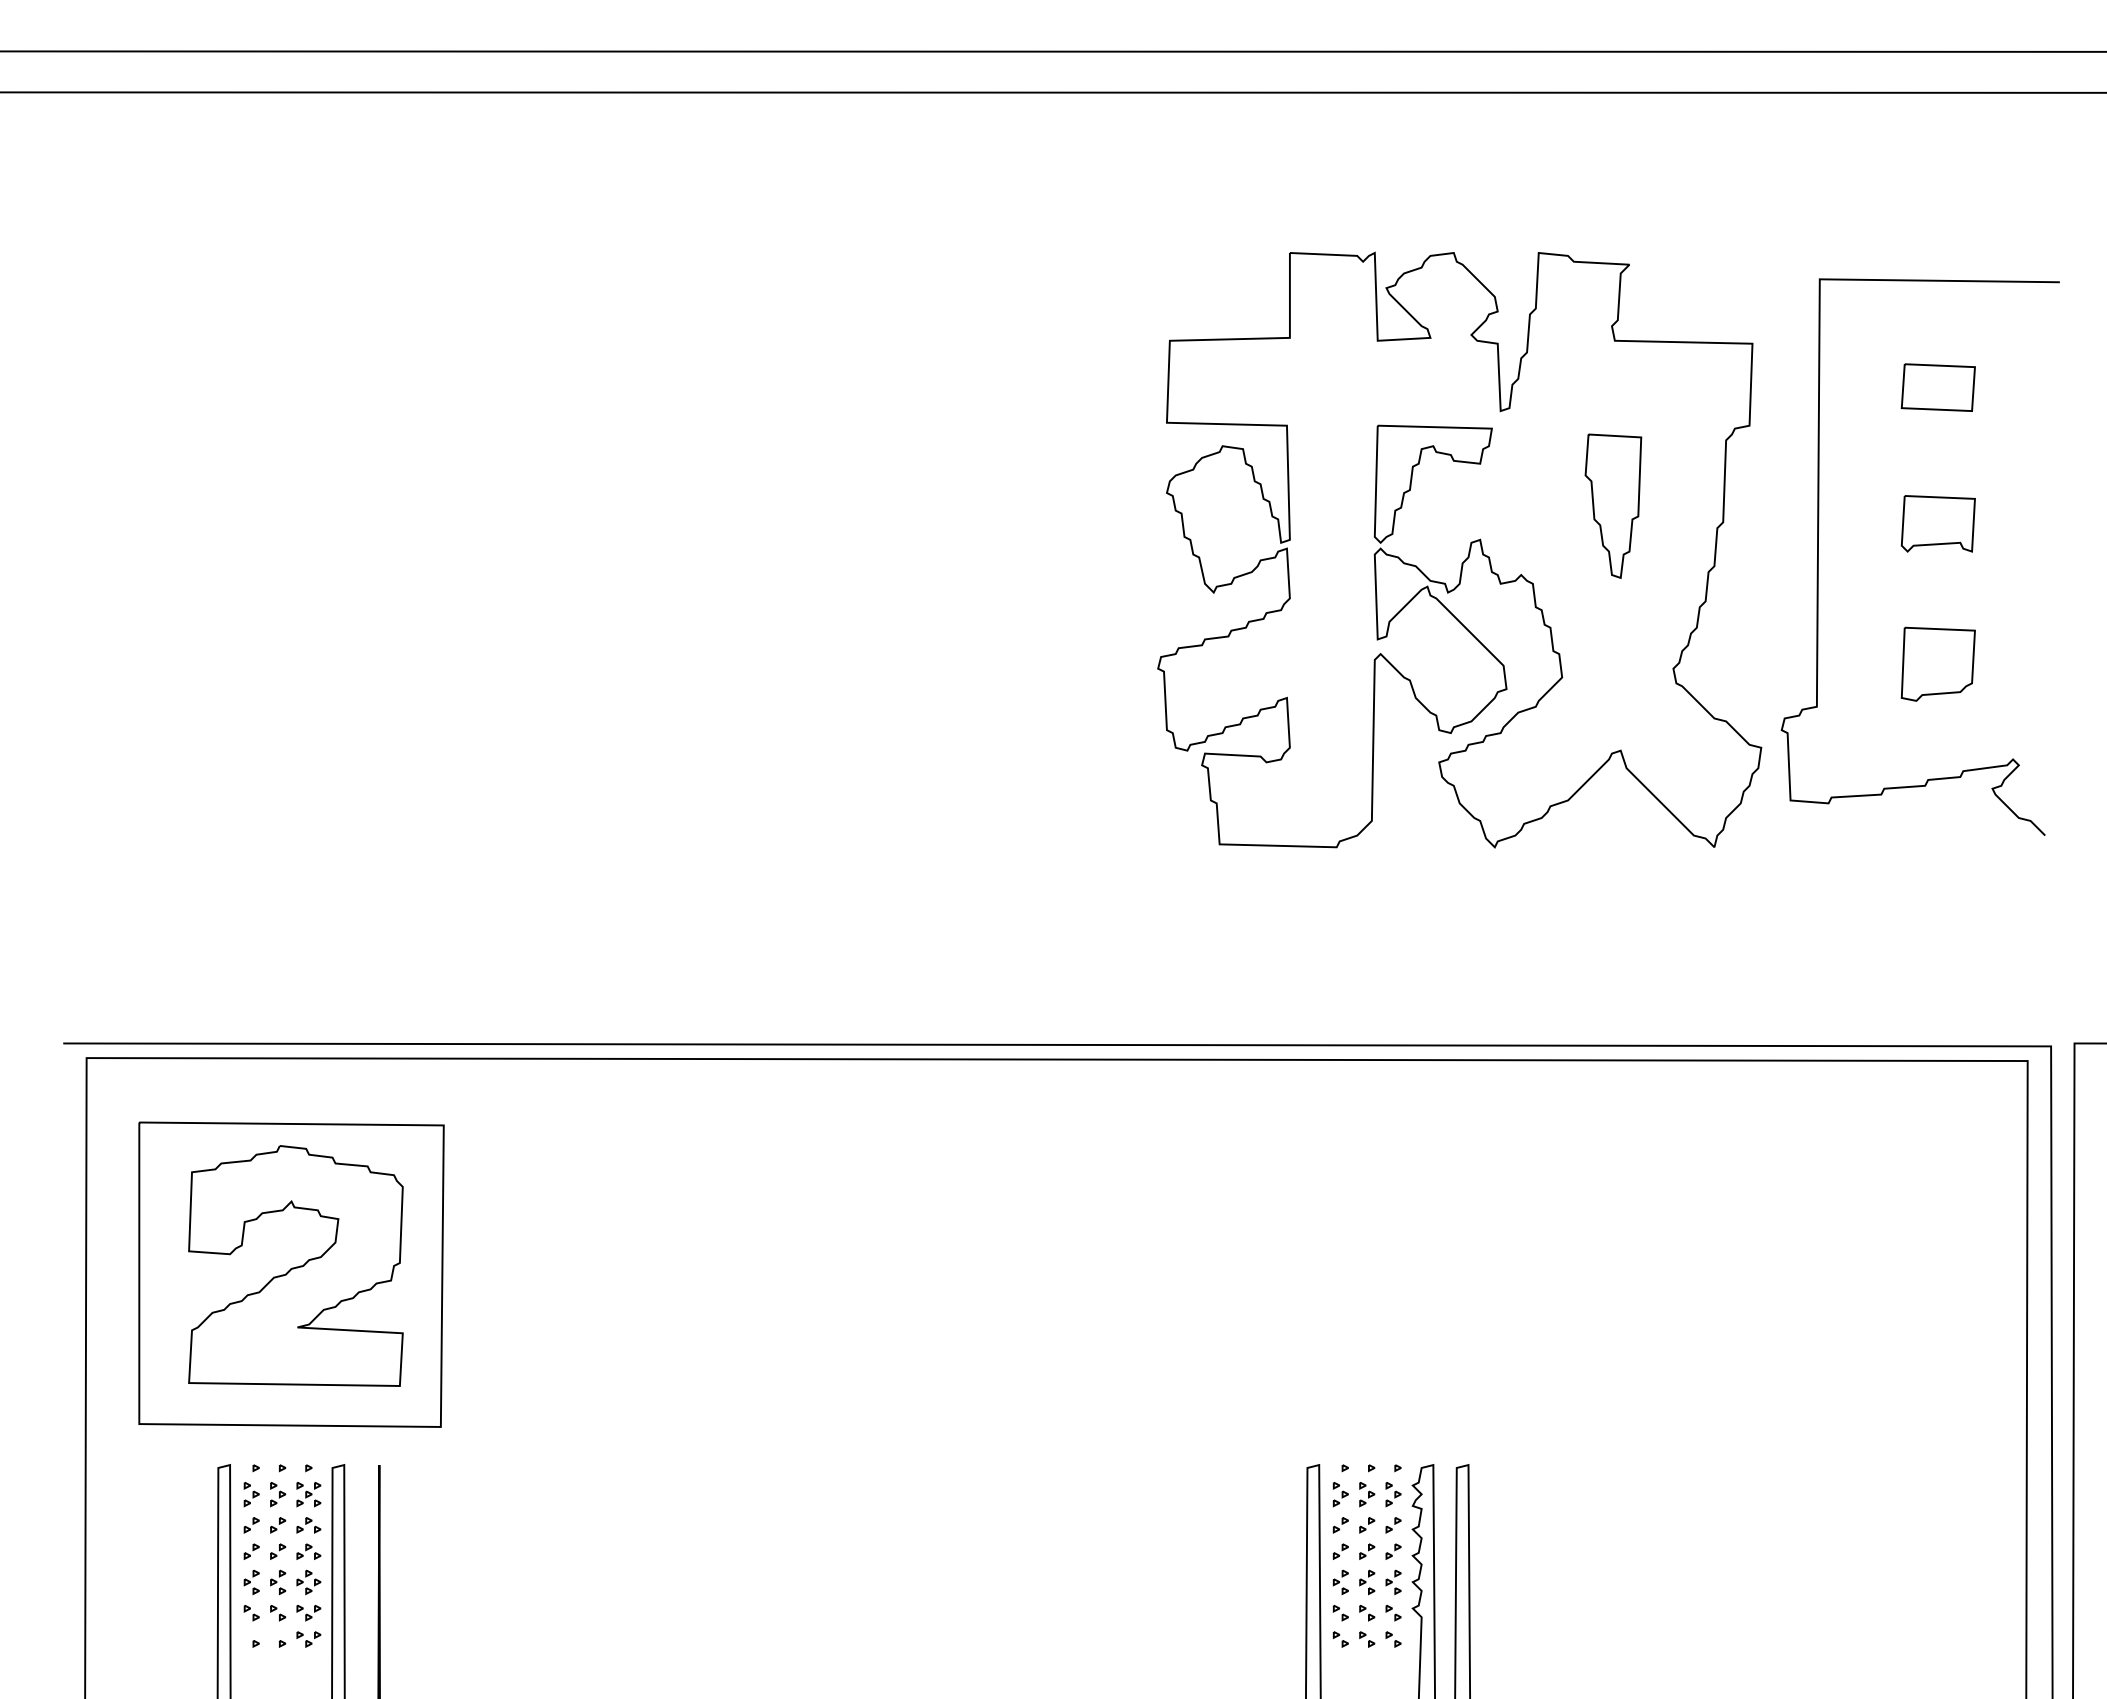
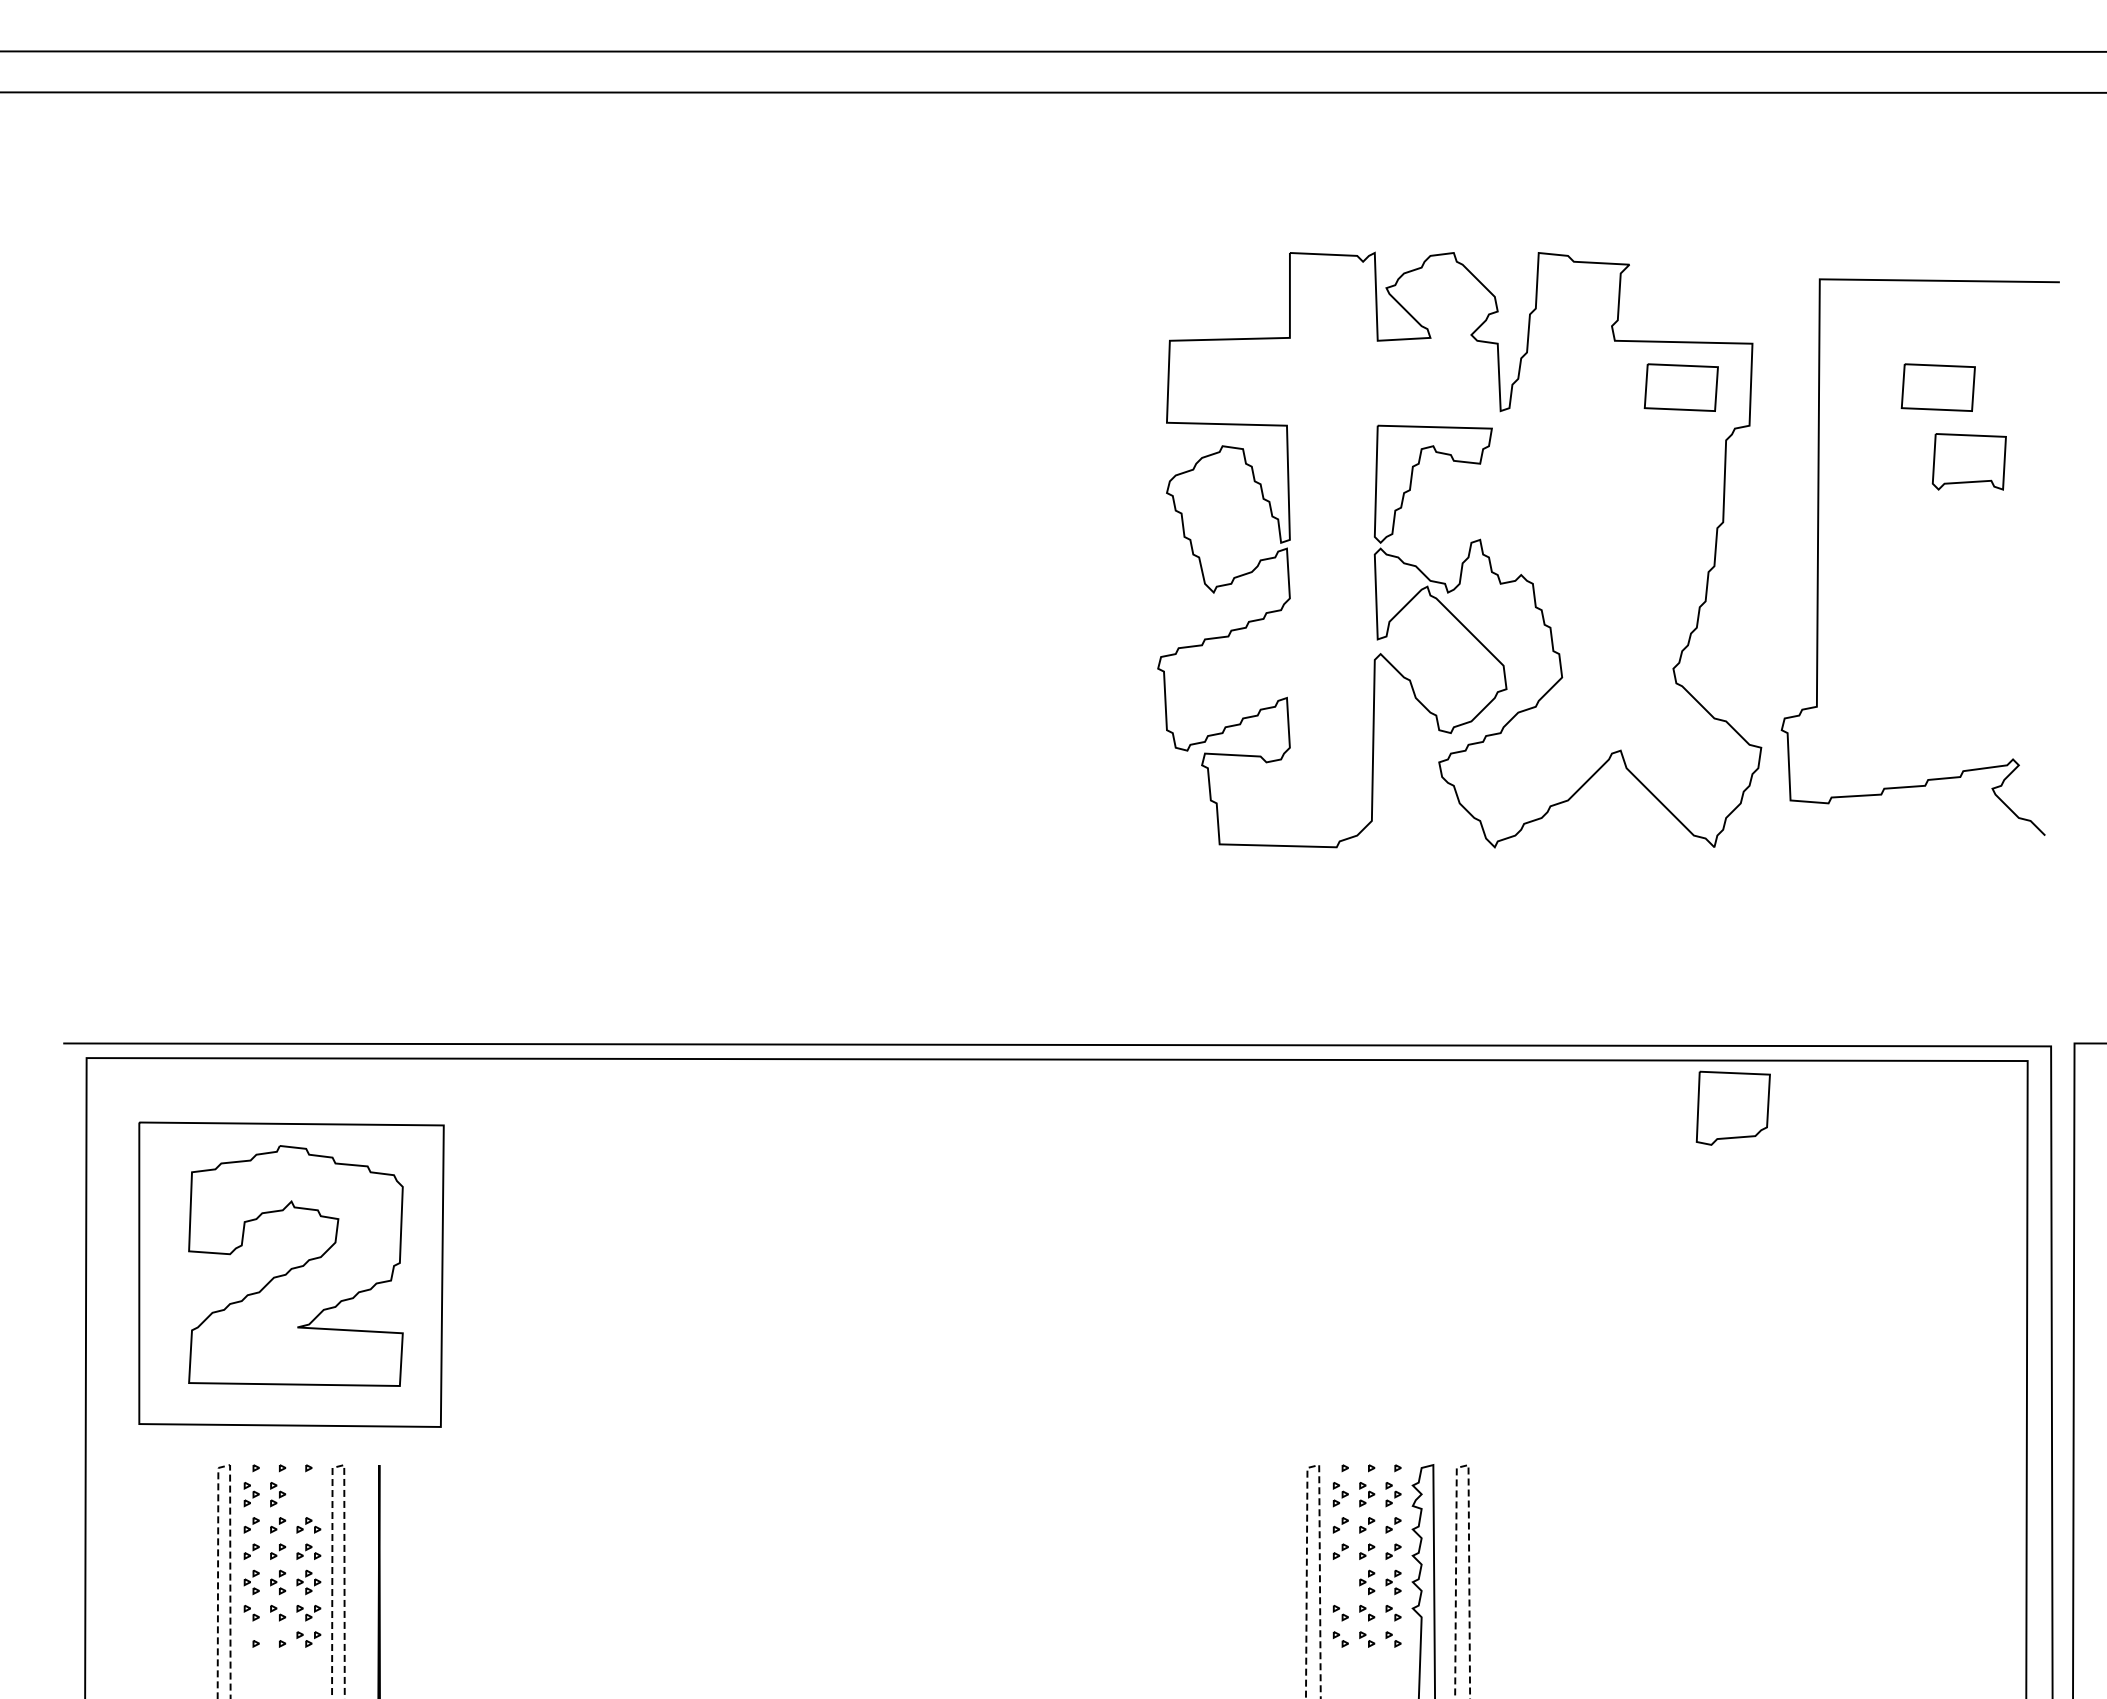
part at (1680, 387): none -> present
part at (1613, 505): present -> none
part at (1937, 523) position: (1937, 523) -> (1968, 461)
part at (1937, 663) position: (1937, 663) -> (1732, 1107)
line at (225, 1466): solid -> dashed
line at (338, 1466): solid -> dashed
line at (1314, 1466): solid -> dashed
line at (1463, 1466): solid -> dashed
part at (308, 1494): present -> none
part at (1340, 1581): present -> none
